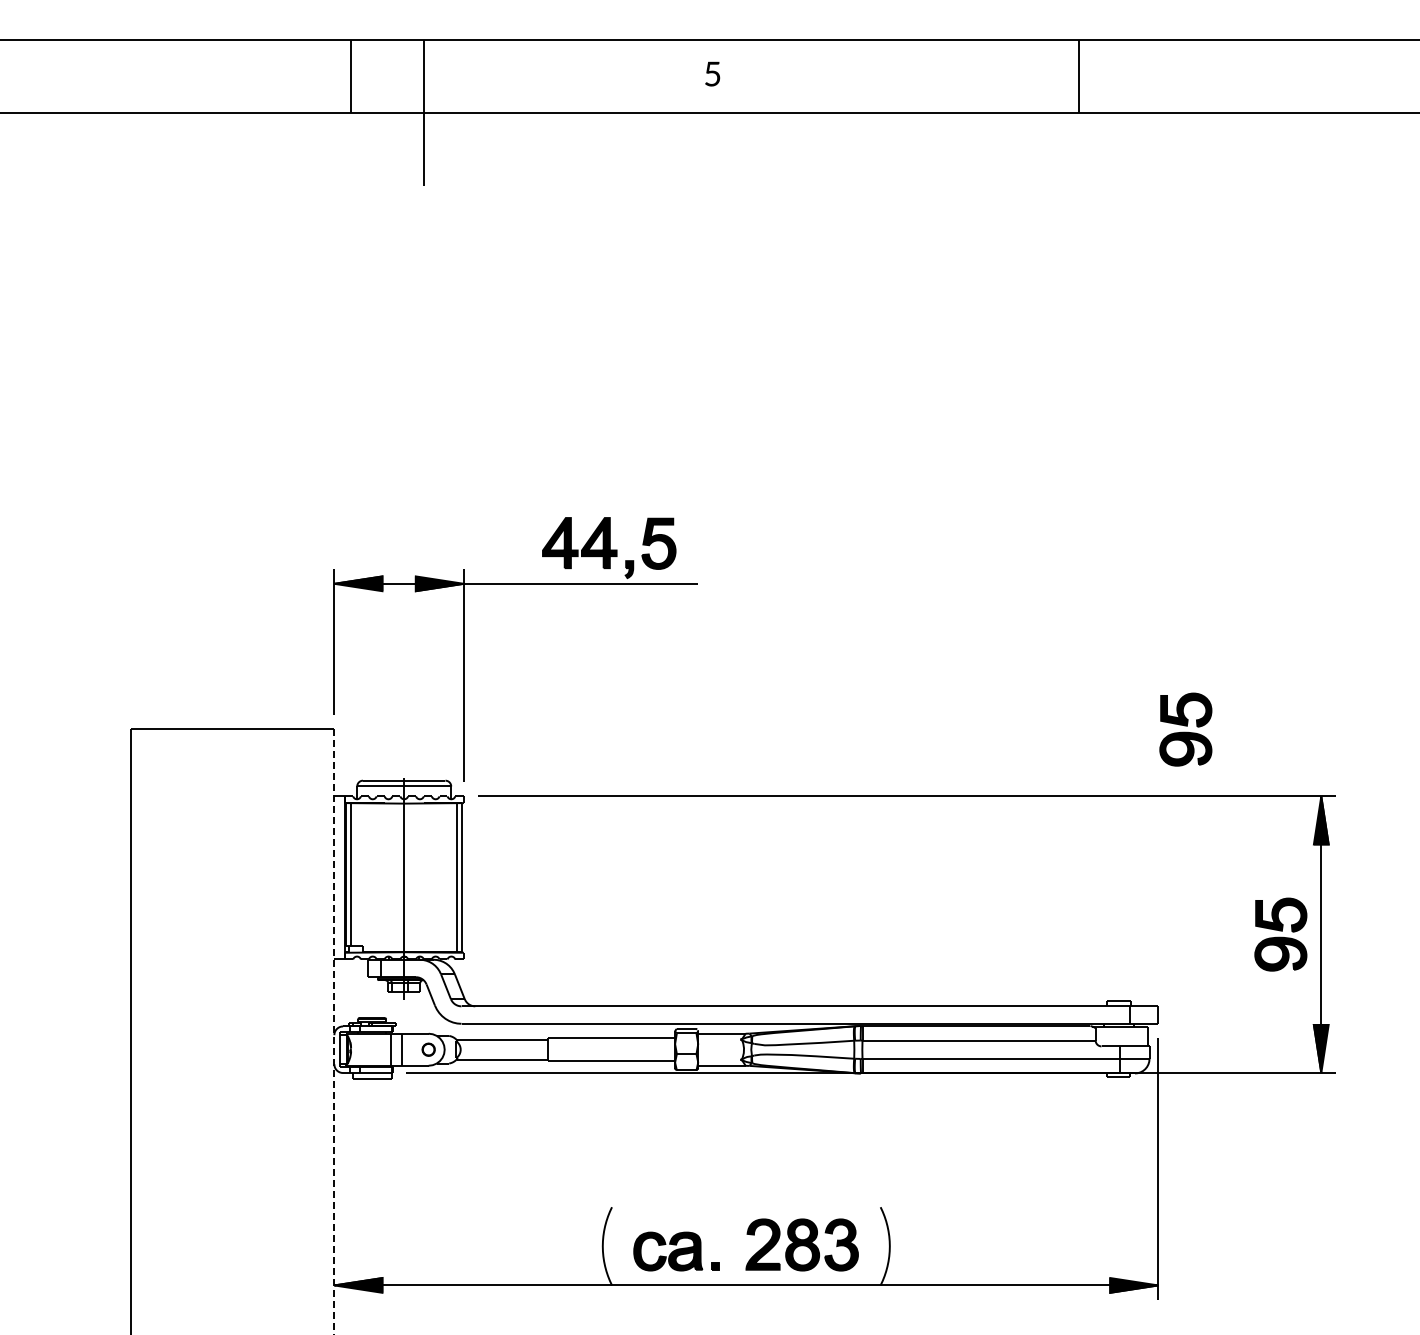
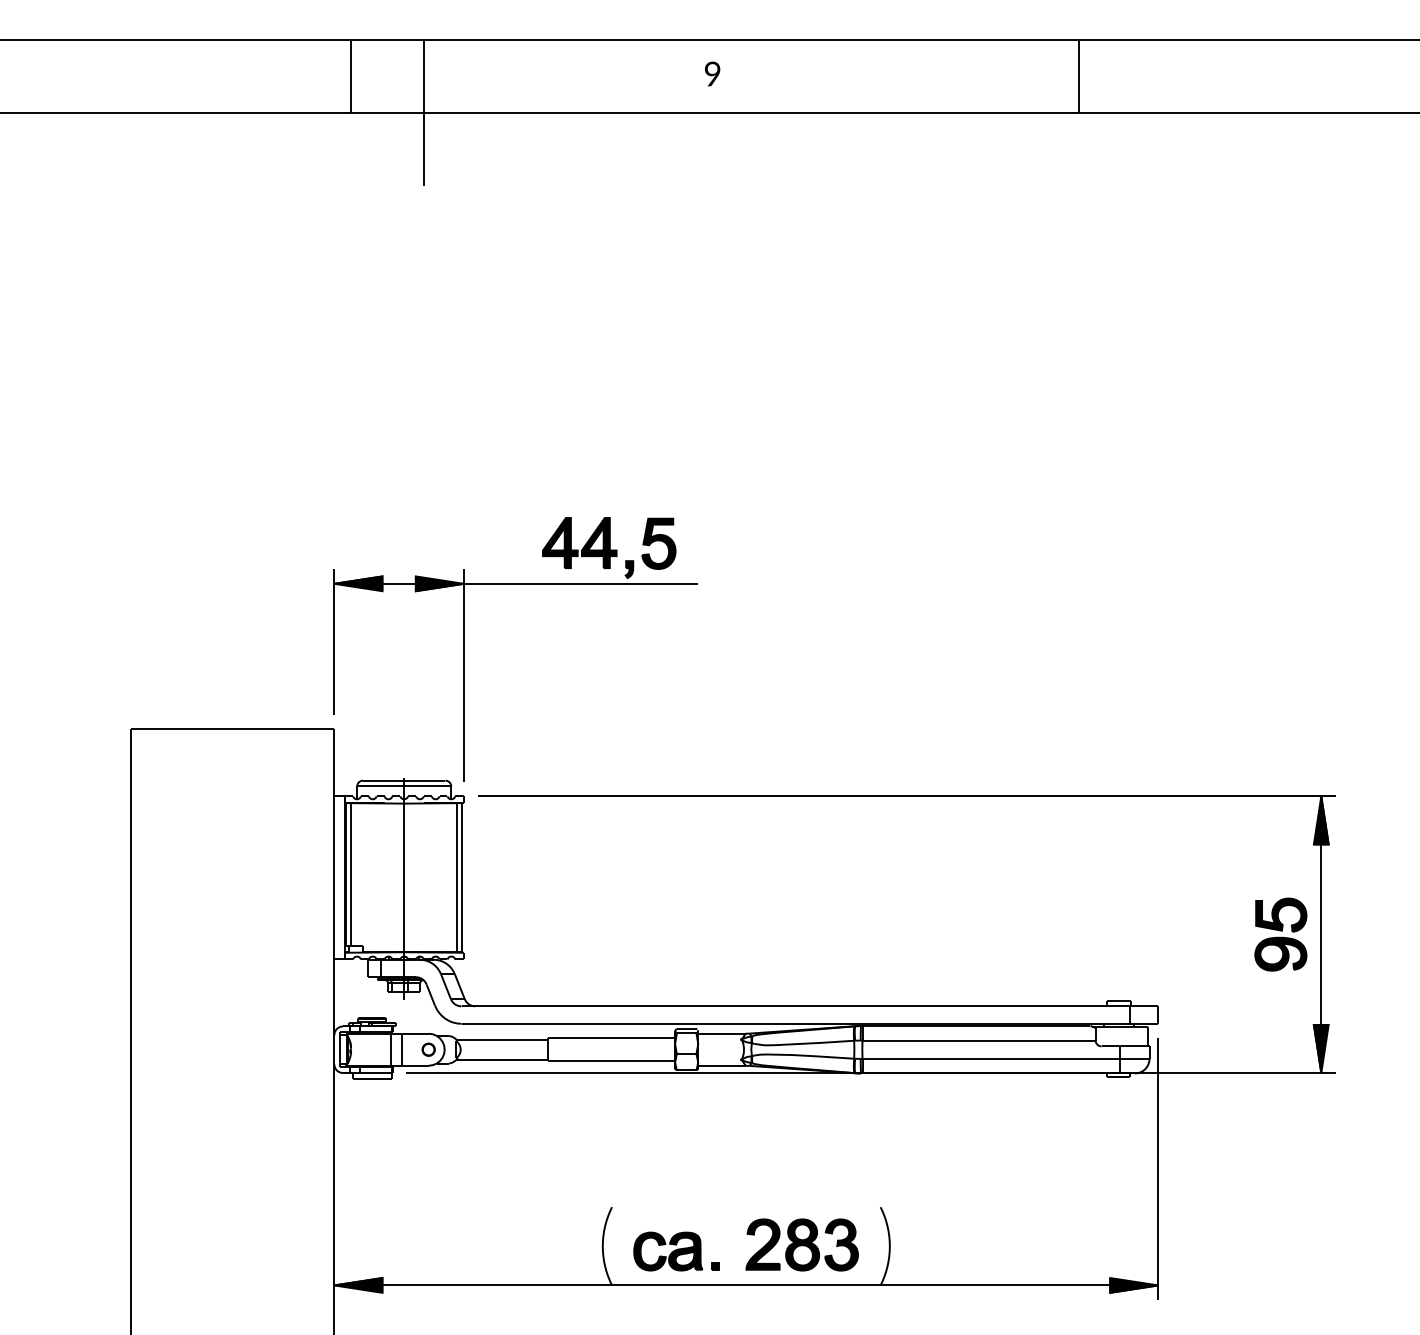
text at (712, 73): 5 -> 9
part at (1185, 729): present -> none
line at (334, 1031): dashed -> solid
